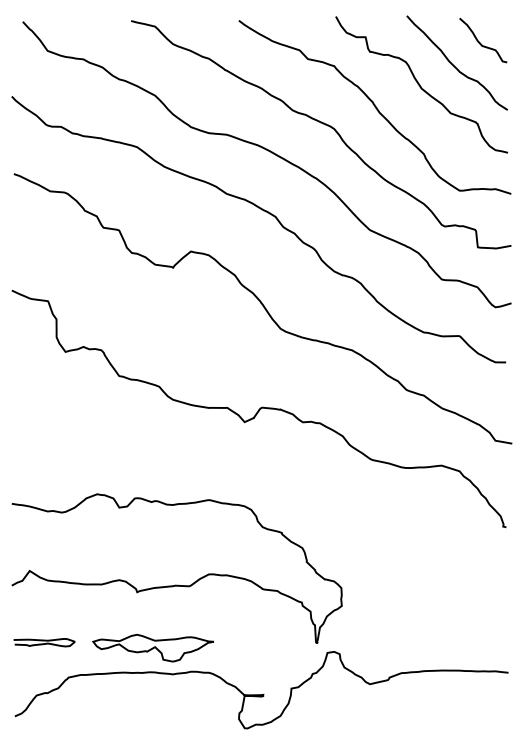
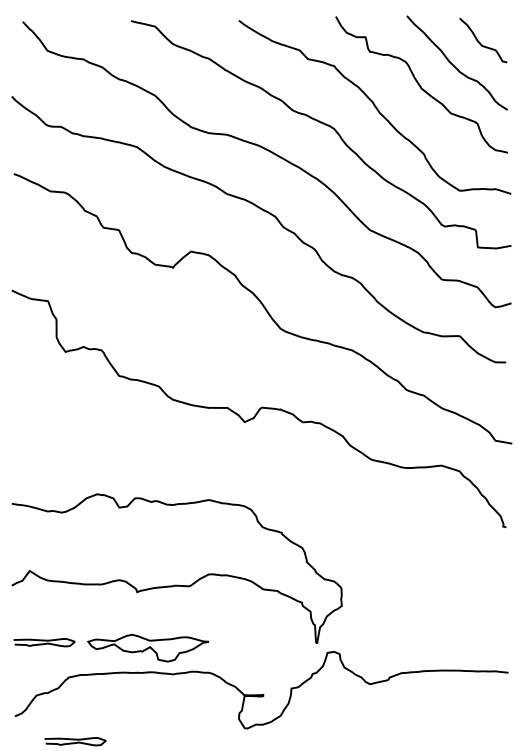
part at (152, 647) position: (152, 647) -> (147, 647)
curve at (75, 740): none -> present
